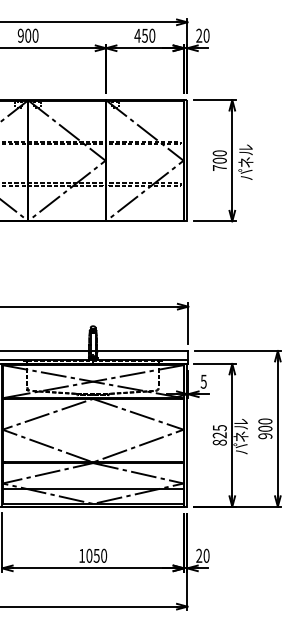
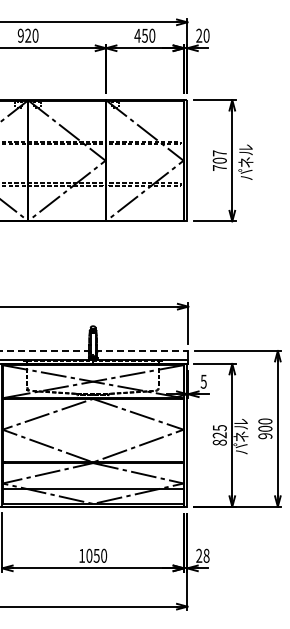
text at (28, 35): 900 -> 920
text at (219, 153): 700 -> 707
line at (94, 351): solid -> dashed
text at (206, 555): 20 -> 28
